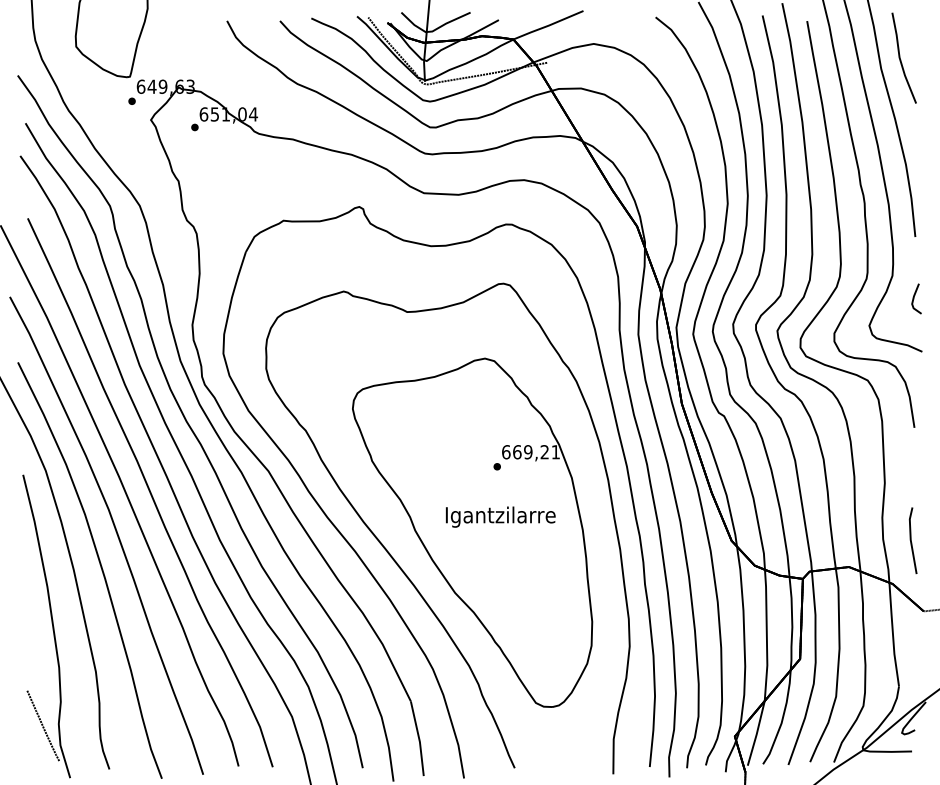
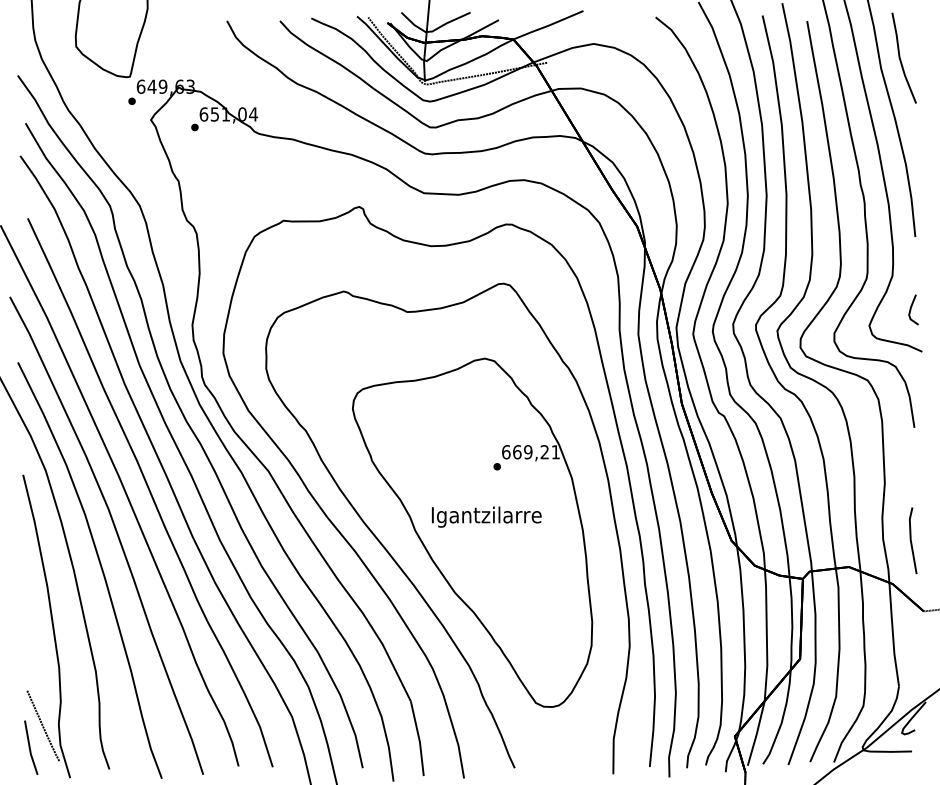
line at (914, 298) position: (914, 298) -> (911, 309)
text at (500, 516) position: (500, 516) -> (486, 516)
line at (30, 747): none -> present
